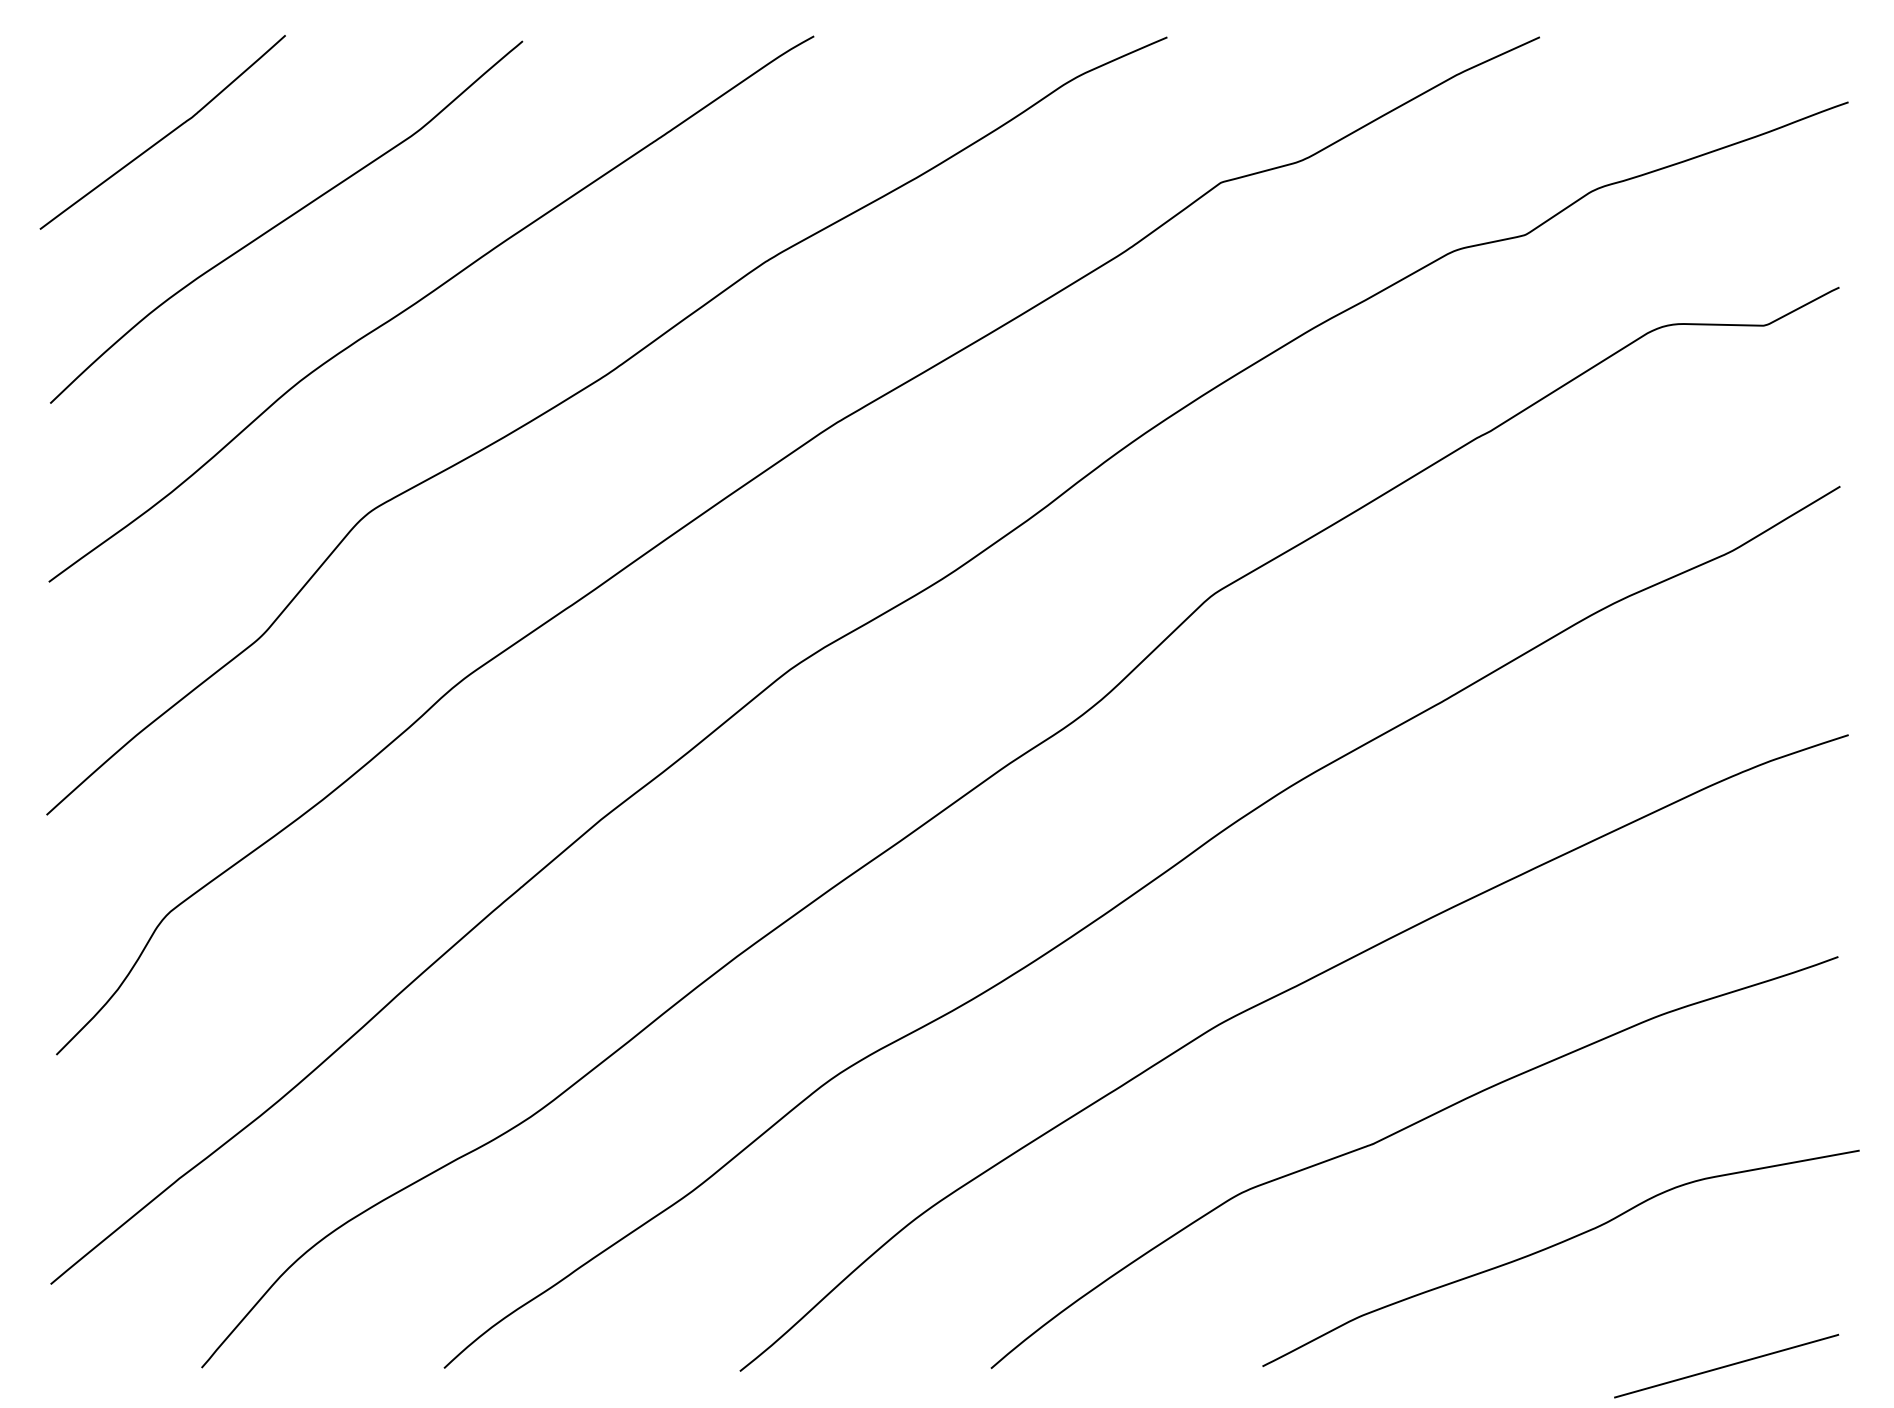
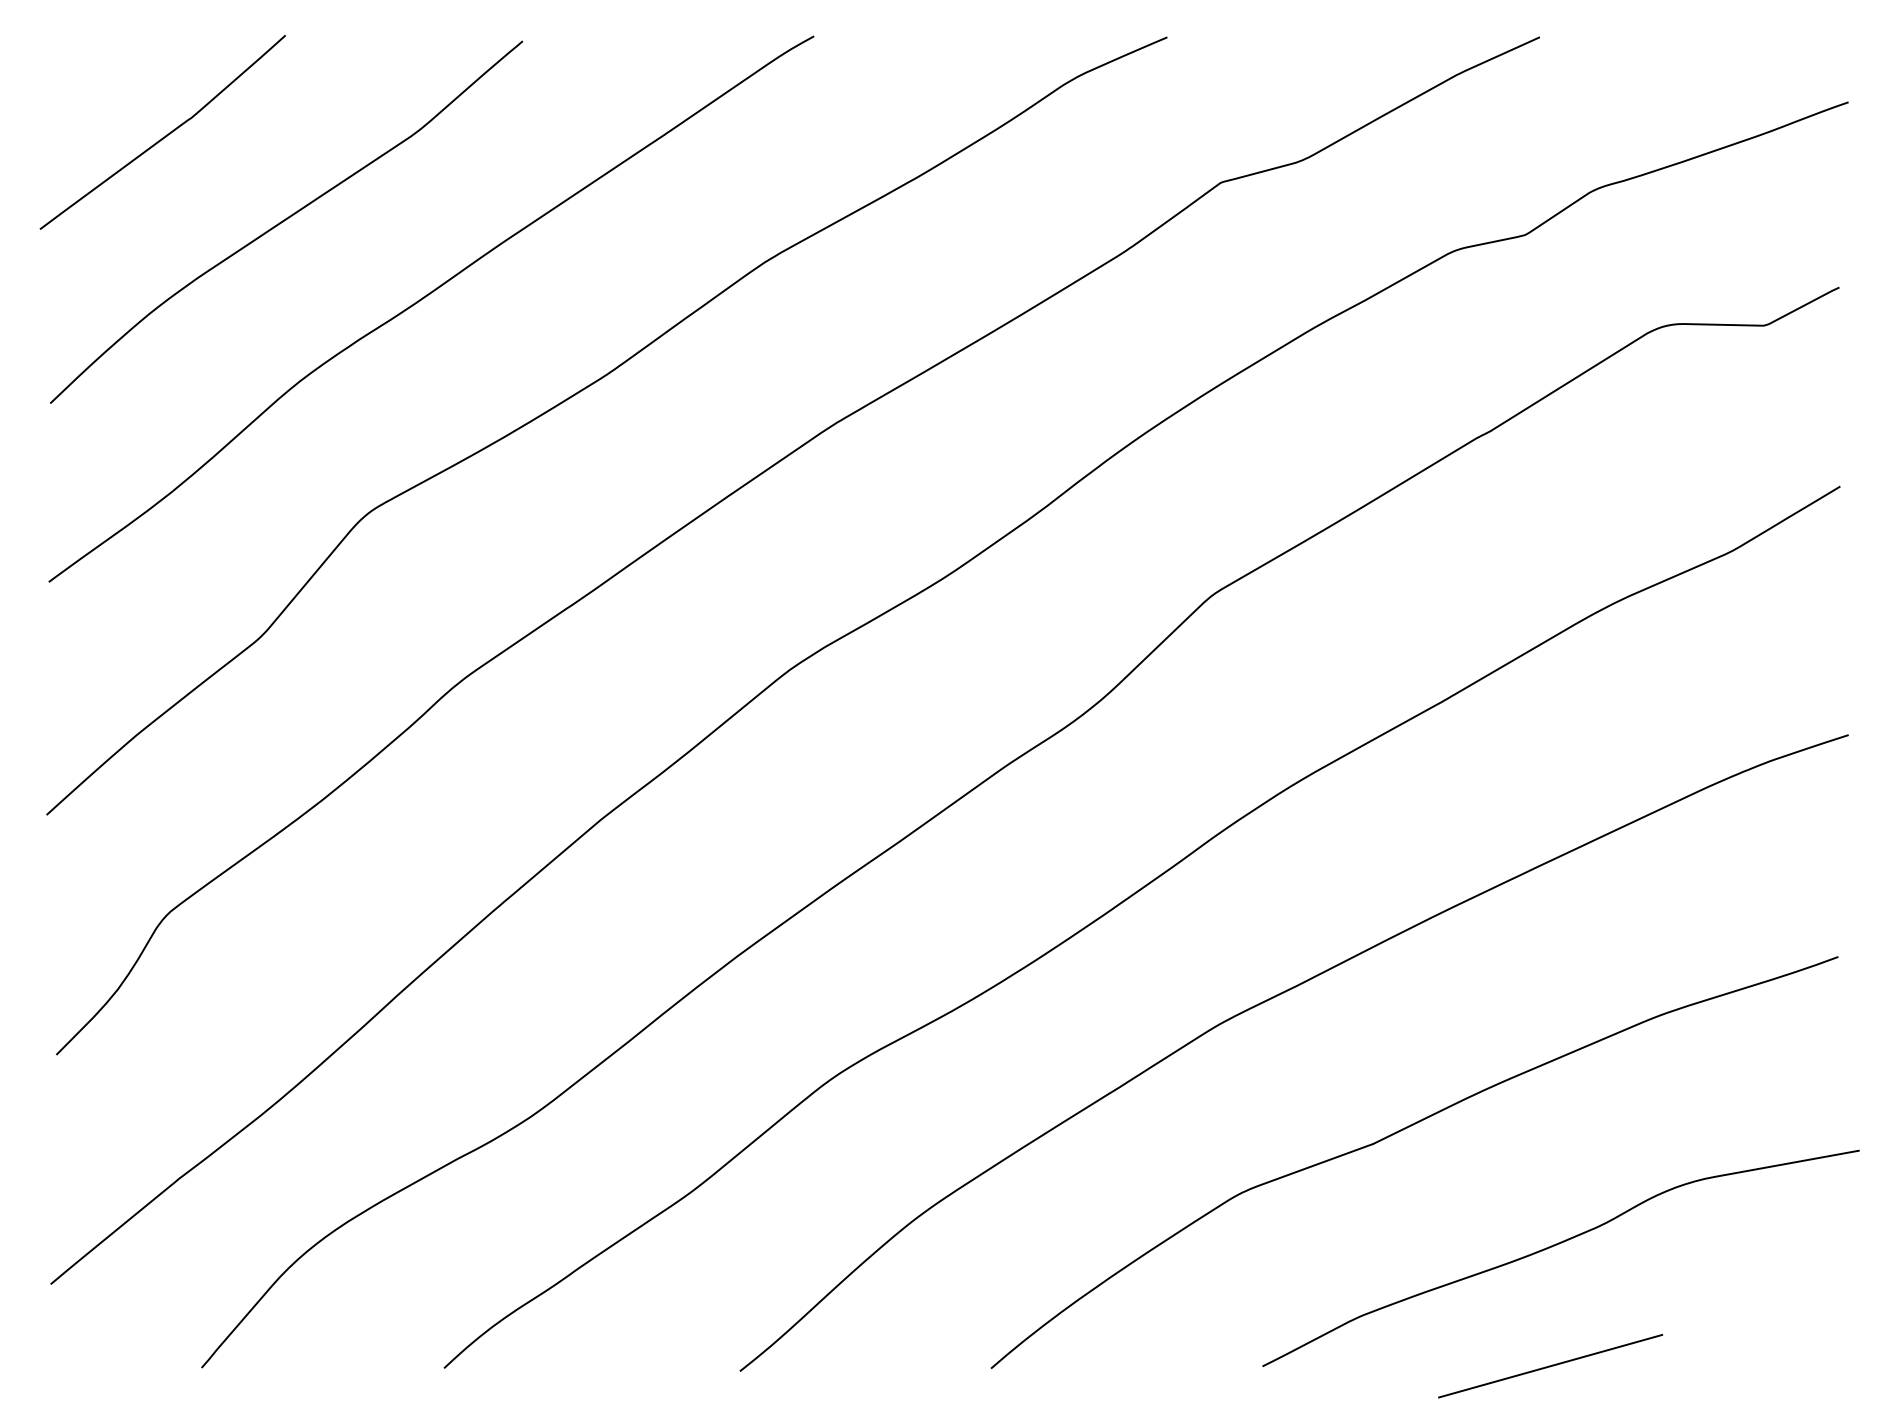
line at (1726, 1365) position: (1726, 1365) -> (1550, 1365)
